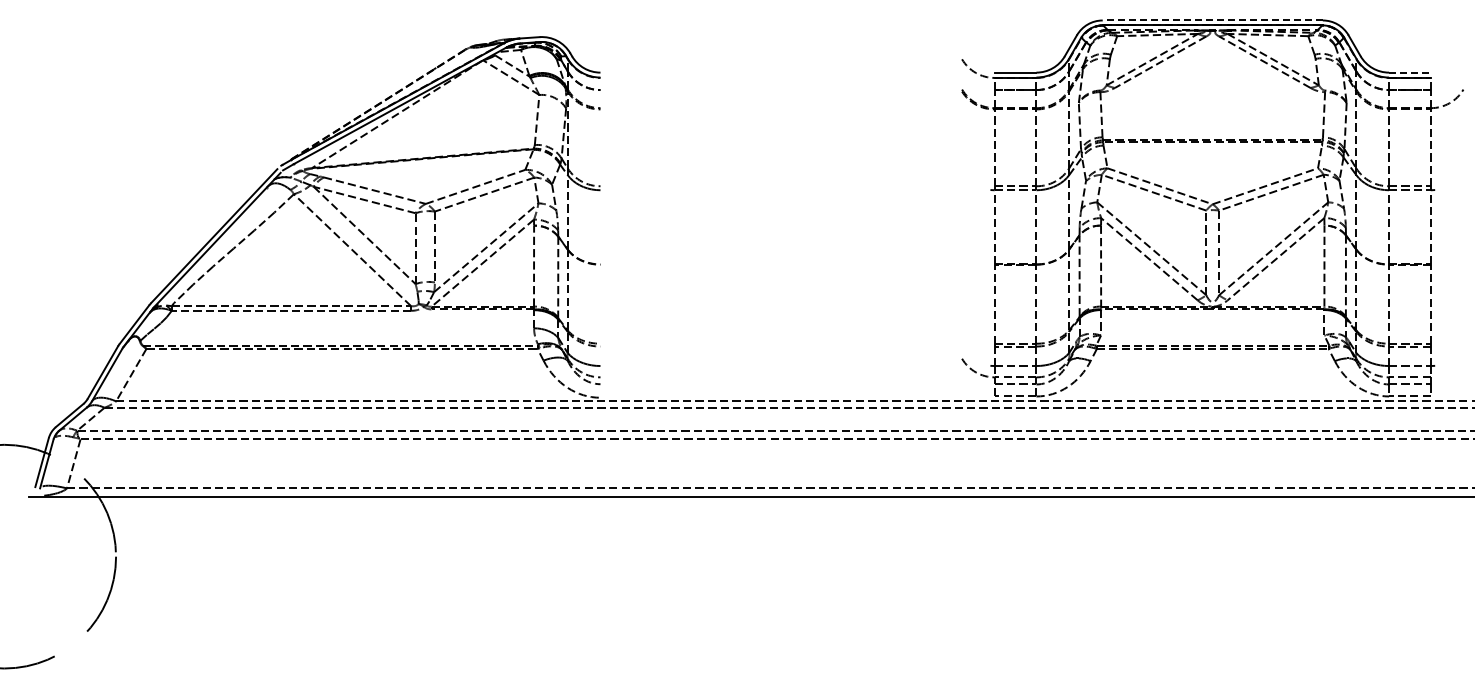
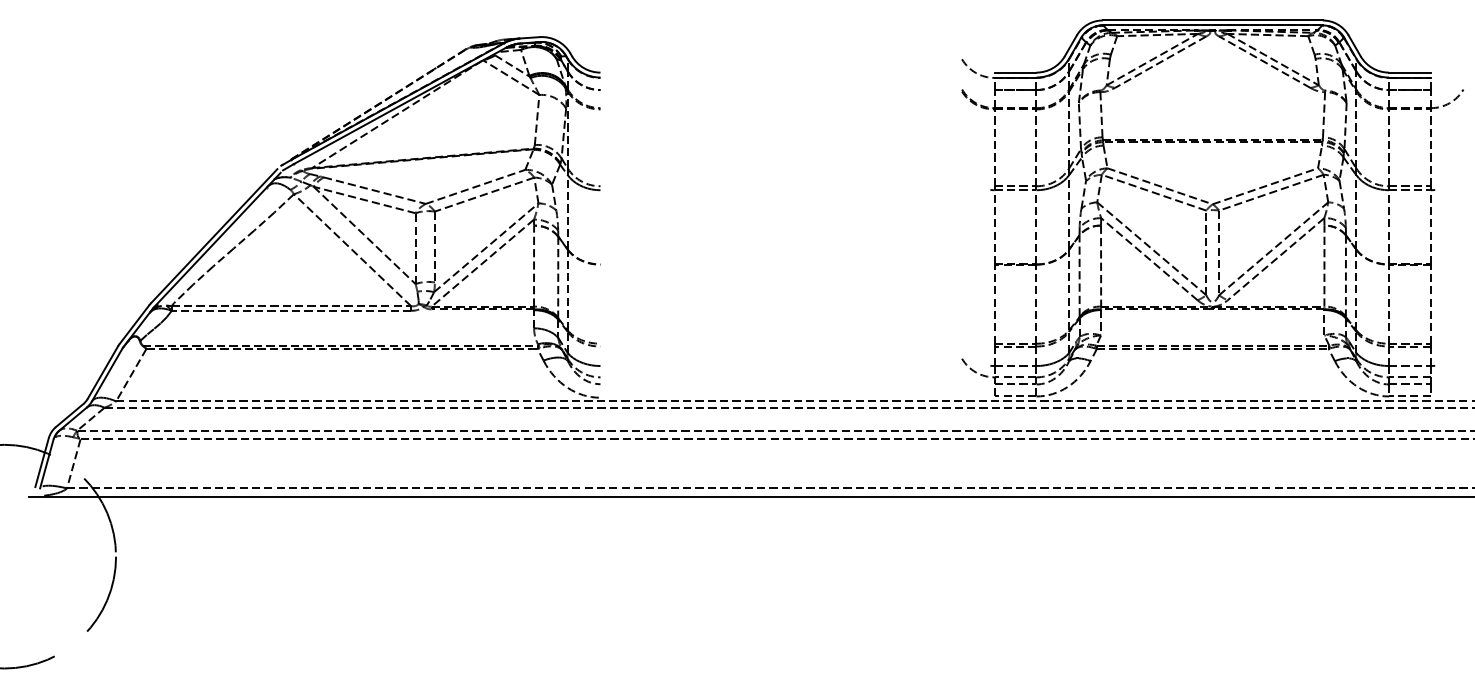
line at (1212, 20): dashed -> solid
line at (1409, 72): dashed -> solid
